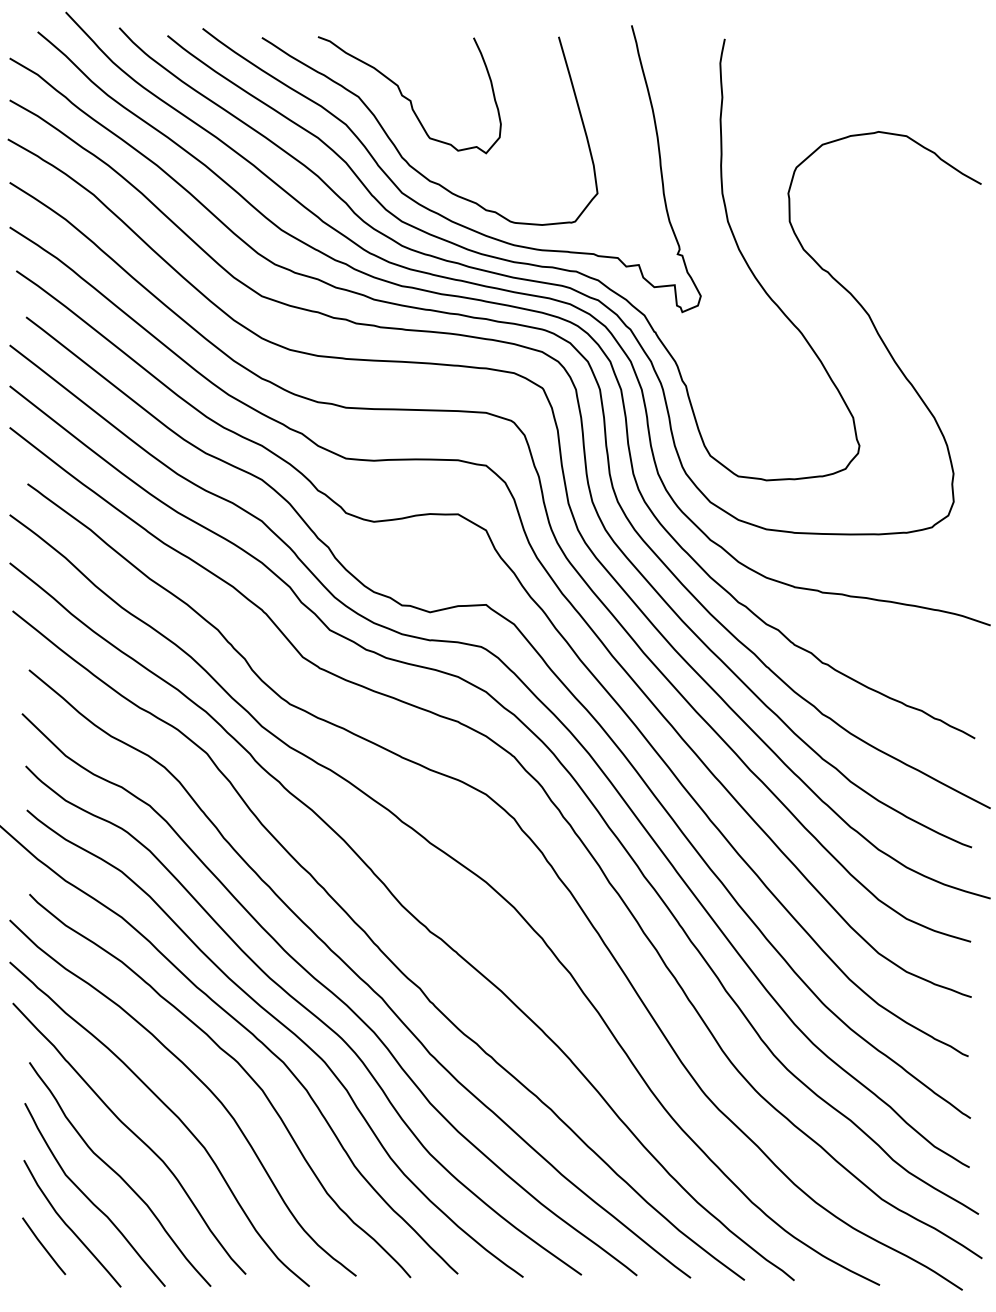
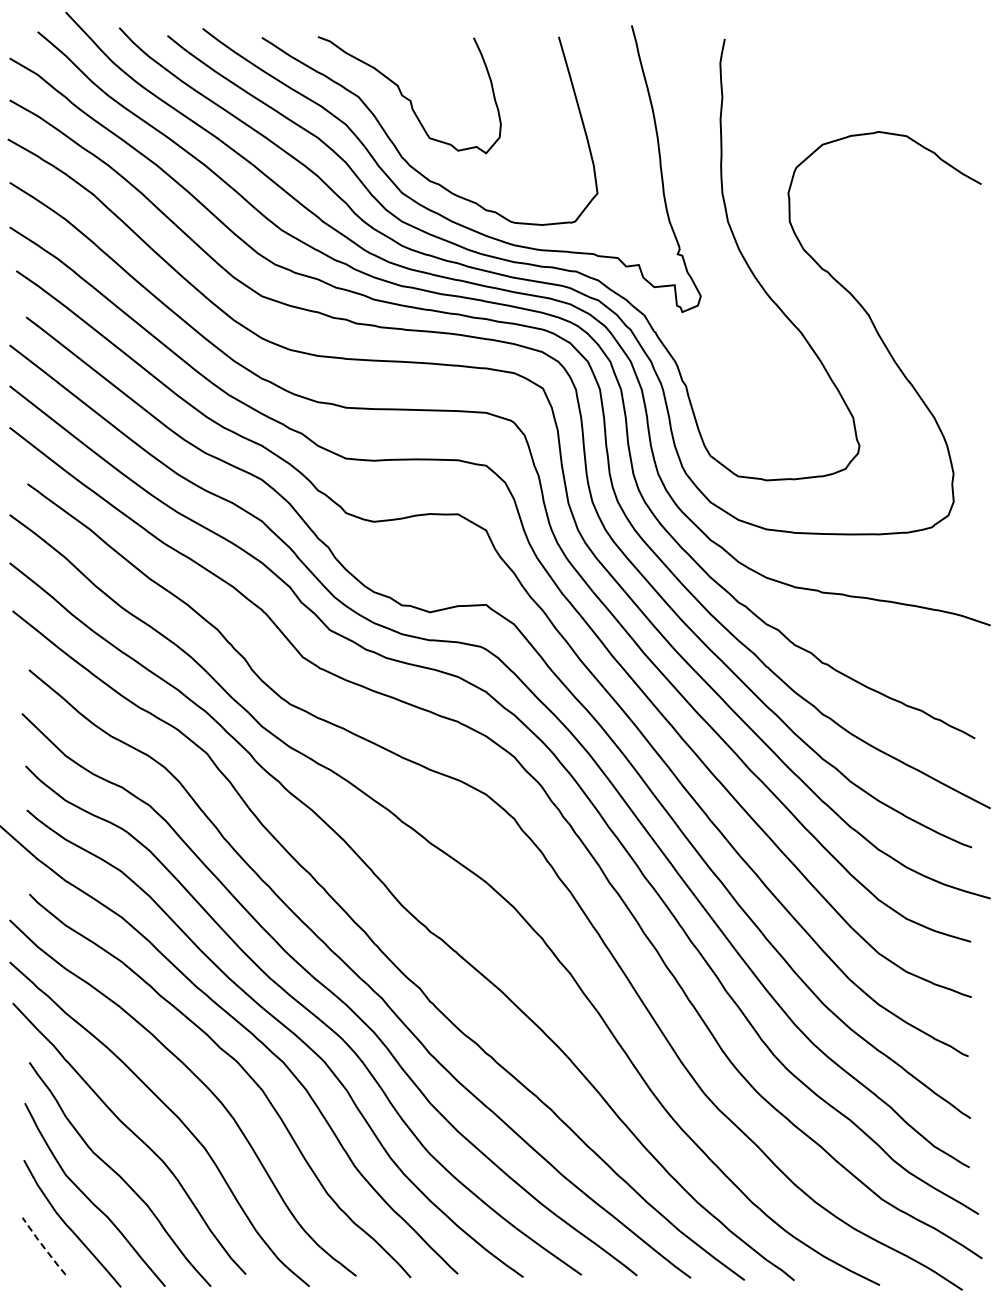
line at (43, 1246): solid -> dashed
